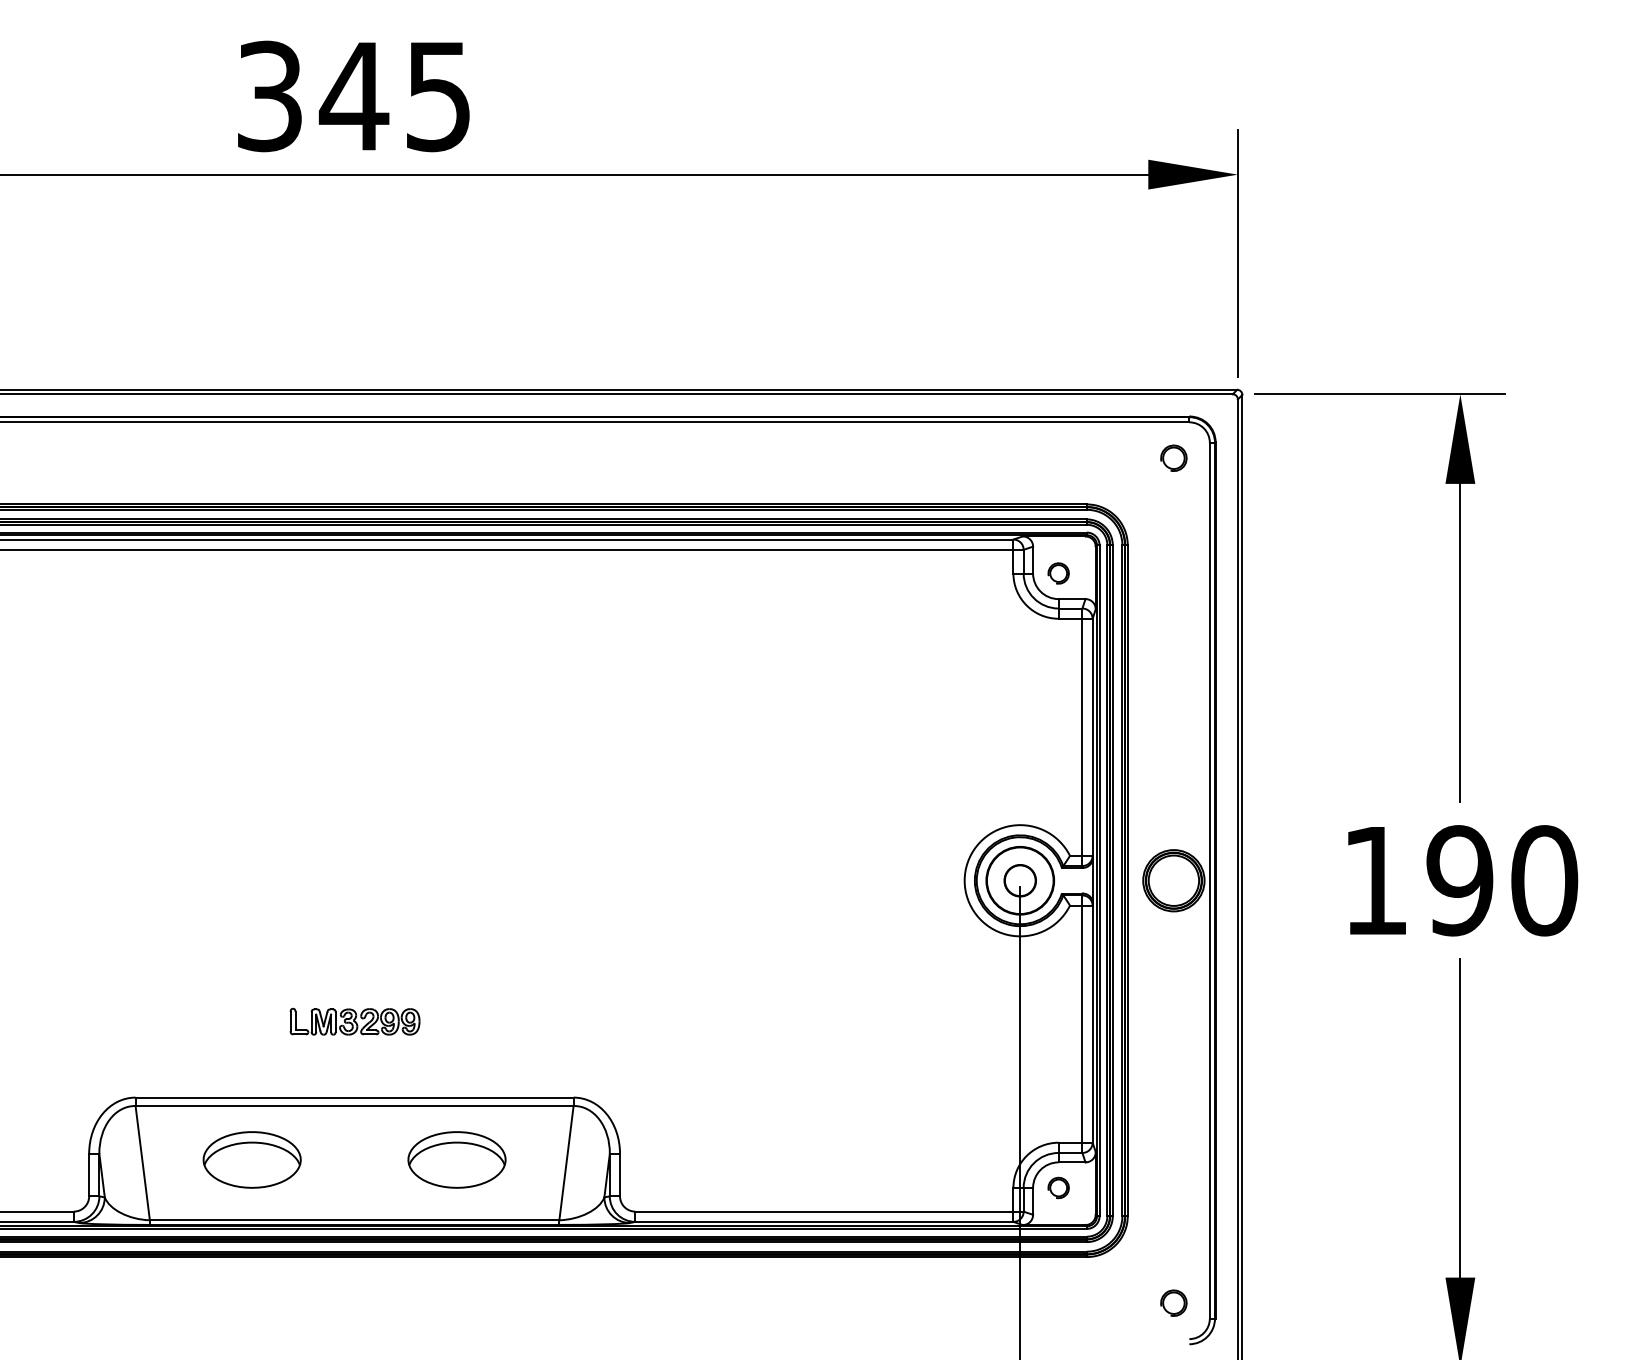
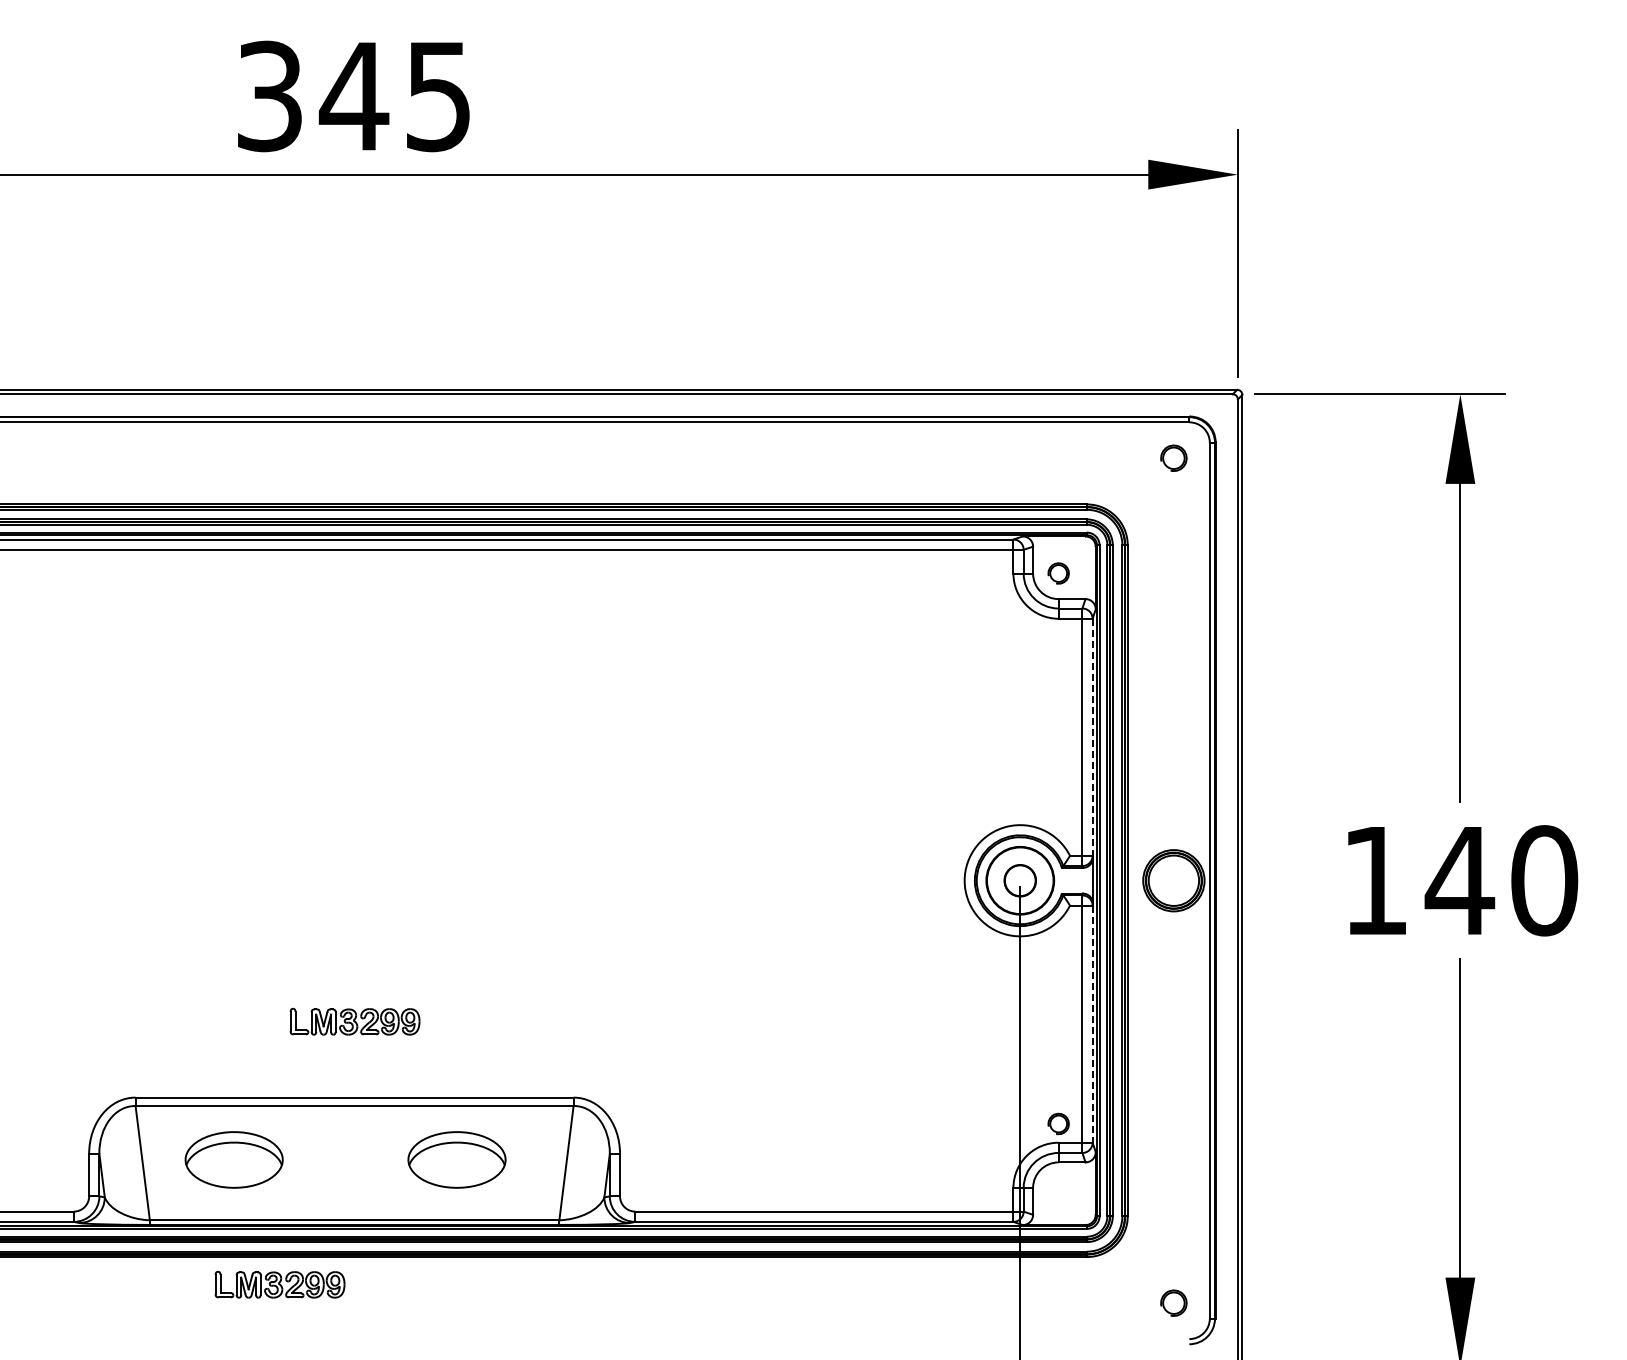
line at (1092, 737): solid -> dashed
text at (1459, 880): 190 -> 140
line at (1092, 1024): solid -> dashed
part at (251, 1159) position: (251, 1159) -> (233, 1159)
part at (1058, 1187) position: (1058, 1187) -> (1058, 1123)
part at (279, 1284): none -> present
